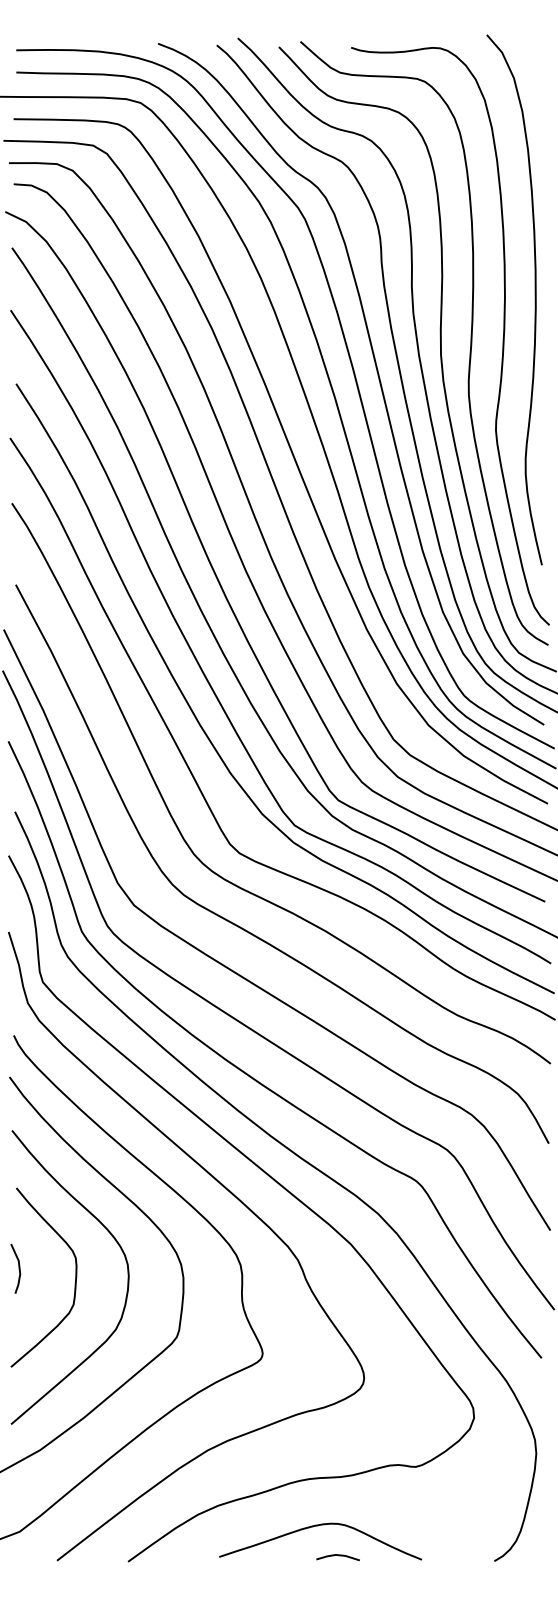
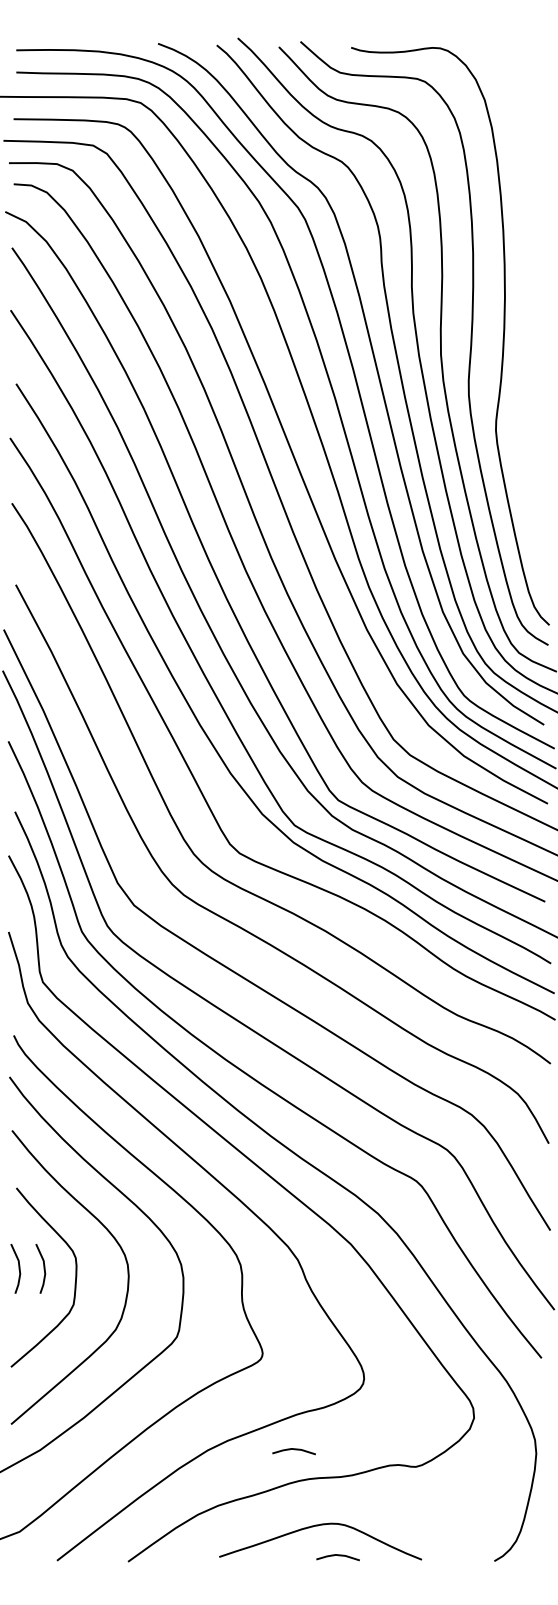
curve at (534, 299): present -> none
line at (43, 1268): none -> present
line at (294, 1450): none -> present
